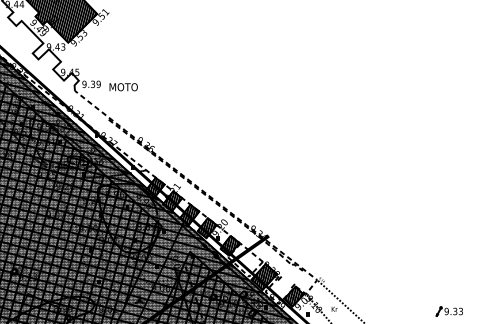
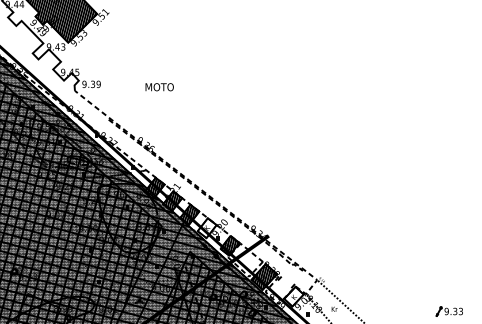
text at (123, 87) position: (123, 87) -> (159, 87)
hatch at (206, 228): present -> none
hatch at (294, 296): present -> none
